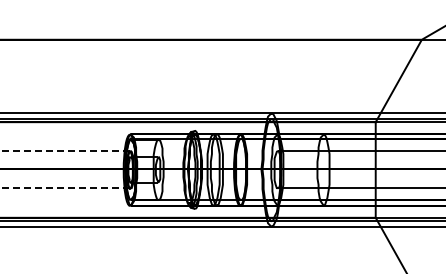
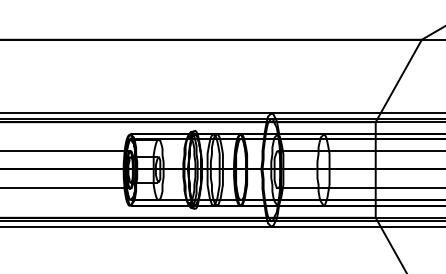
line at (65, 150): dashed -> solid
line at (65, 188): dashed -> solid
